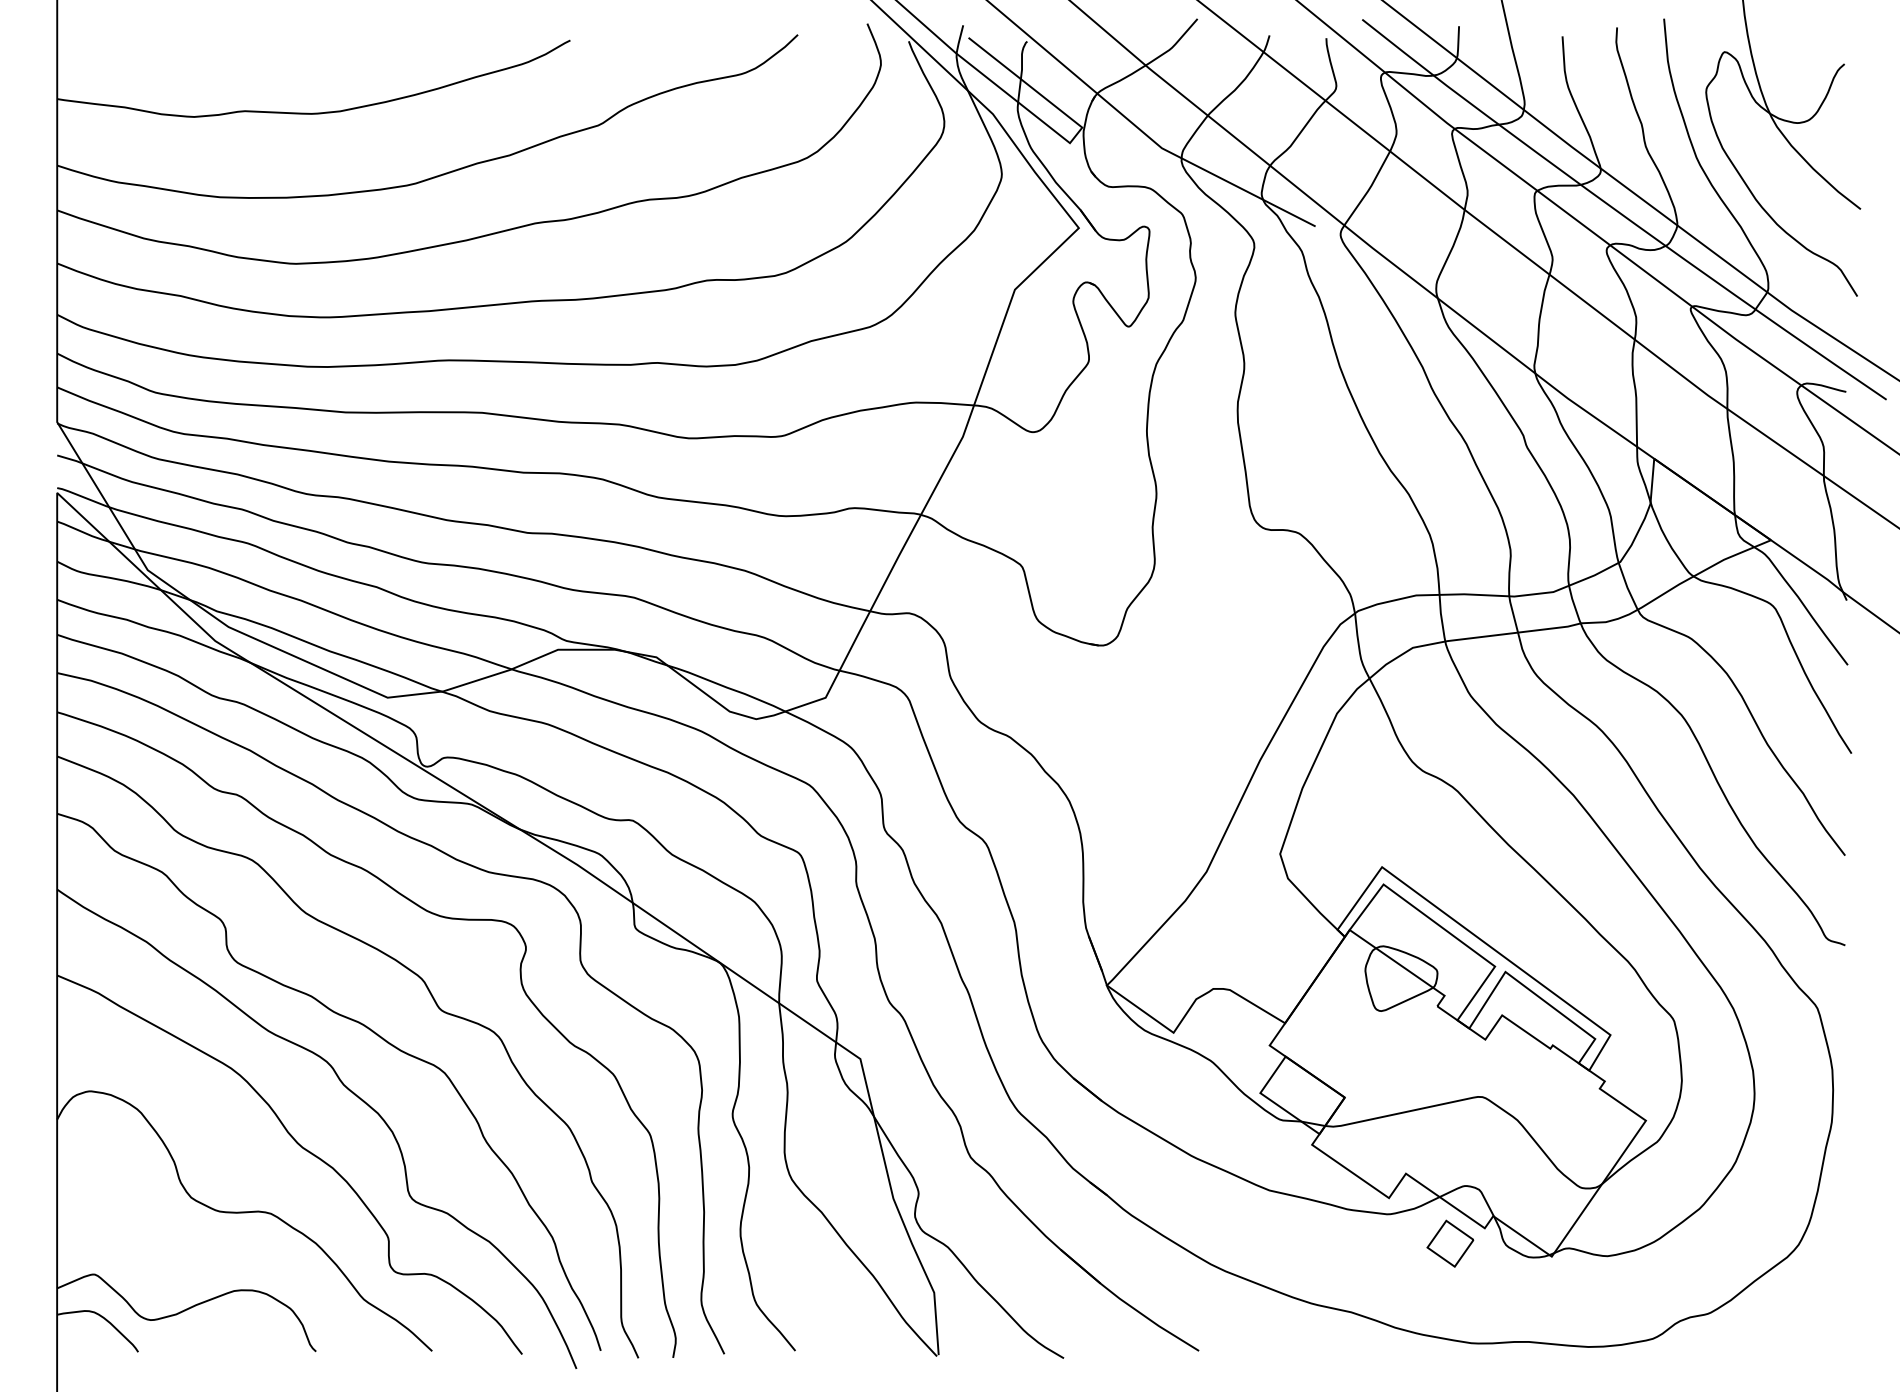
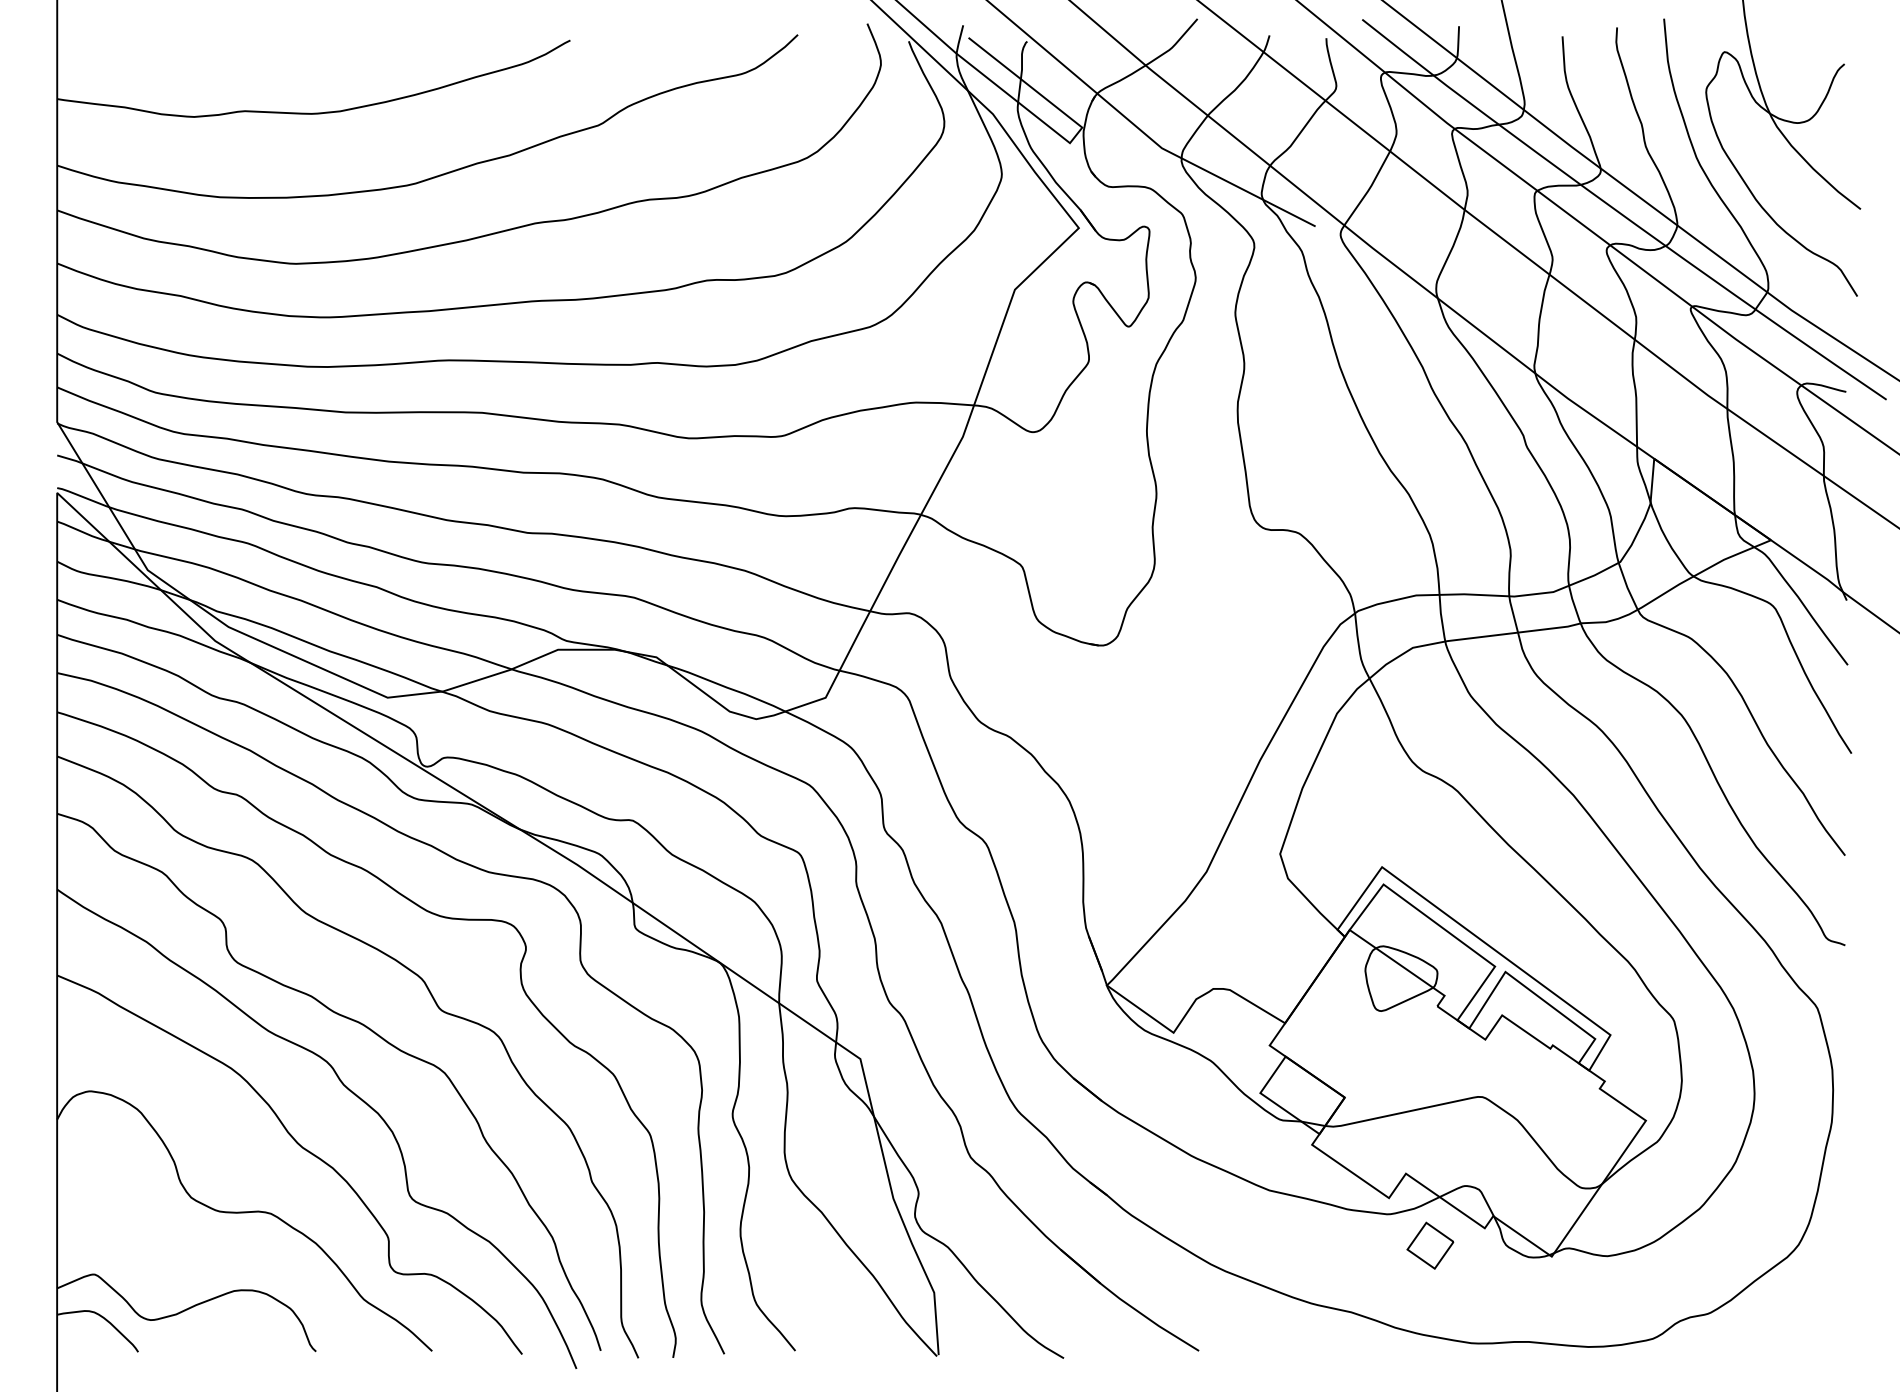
part at (1450, 1243) position: (1450, 1243) -> (1430, 1245)
